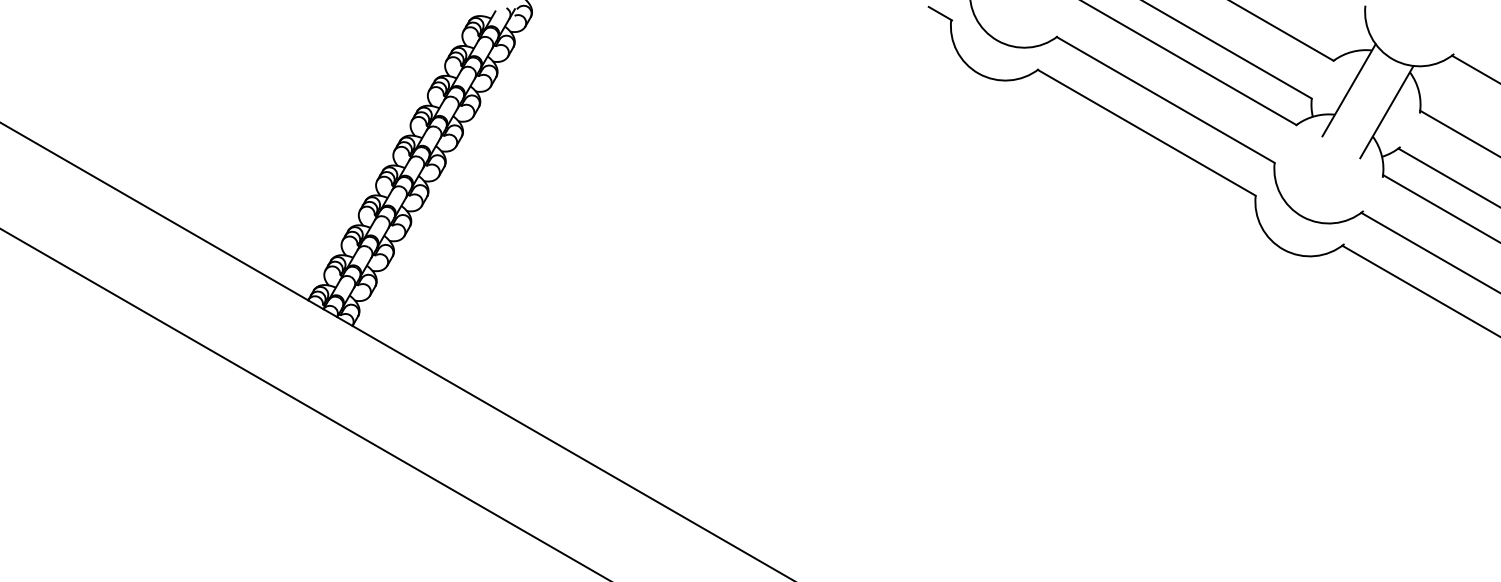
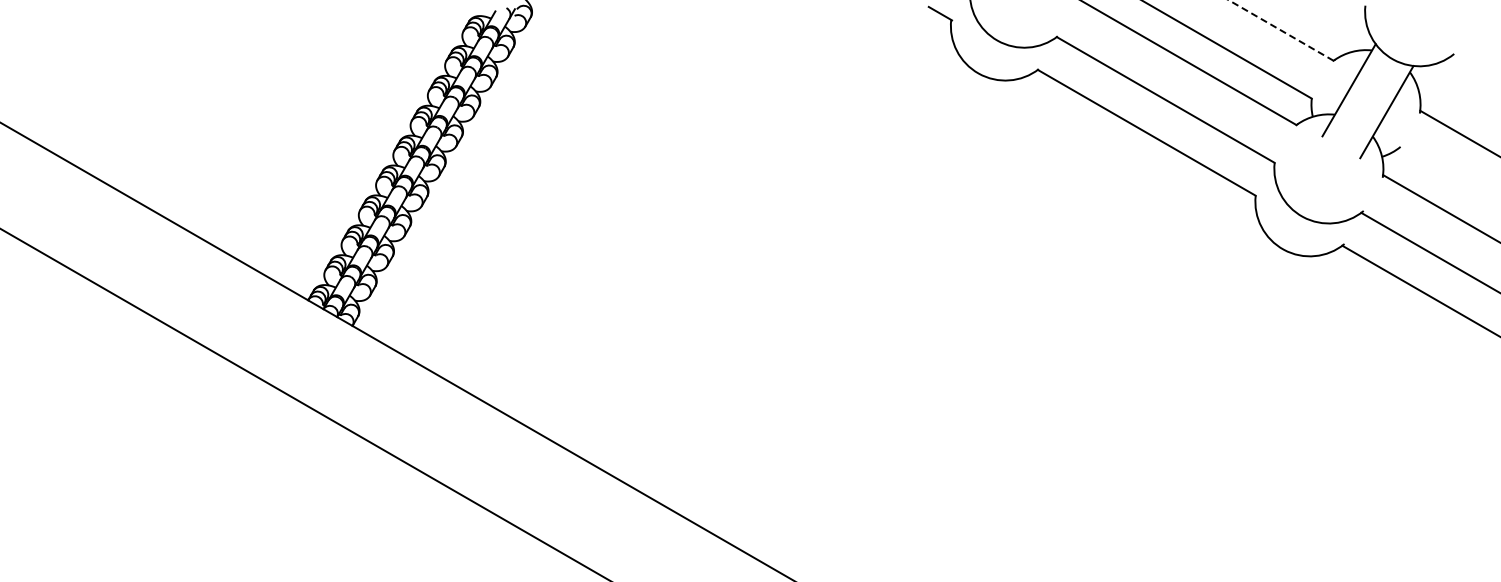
line at (1280, 30): solid -> dashed
line at (1474, 68): present -> none
line at (1447, 176): present -> none
